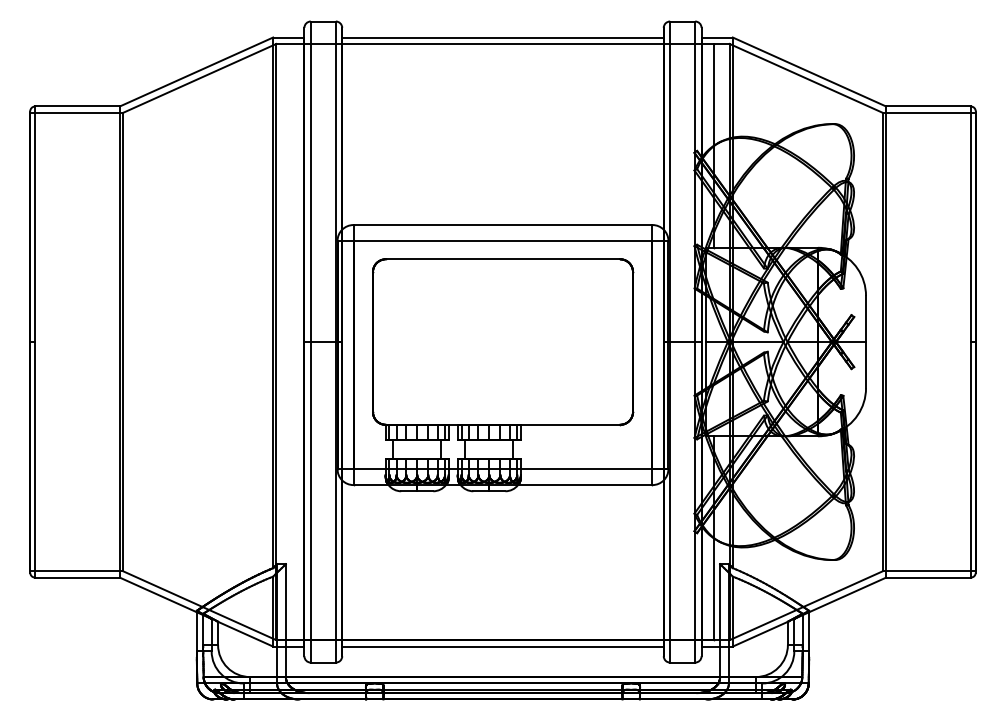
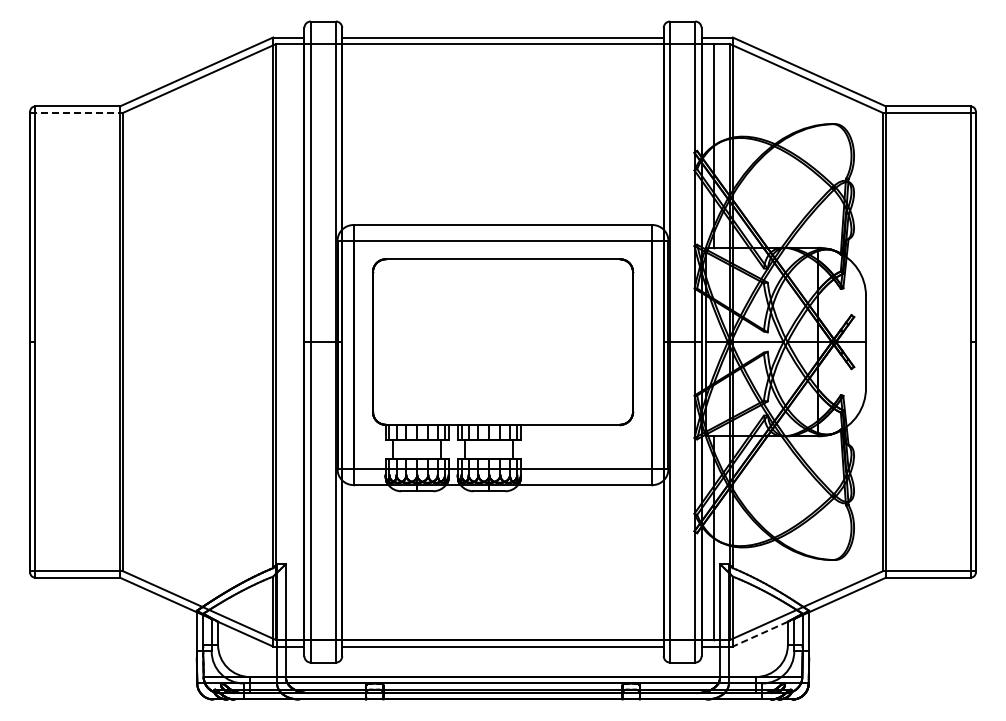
line at (77, 112): solid -> dashed
line at (759, 634): solid -> dashed
